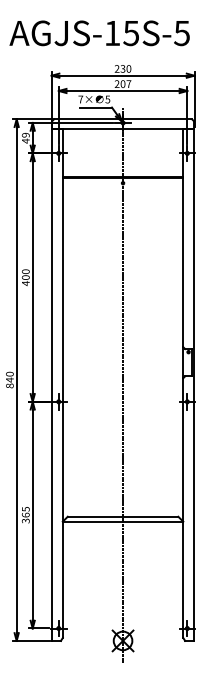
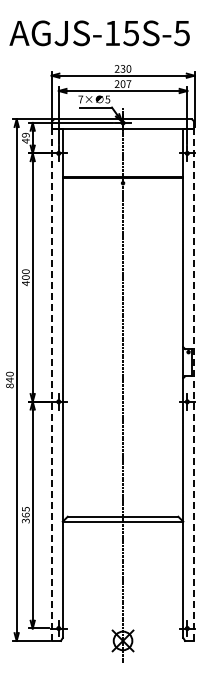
line at (51, 384): solid -> dashed
line at (194, 384): solid -> dashed
